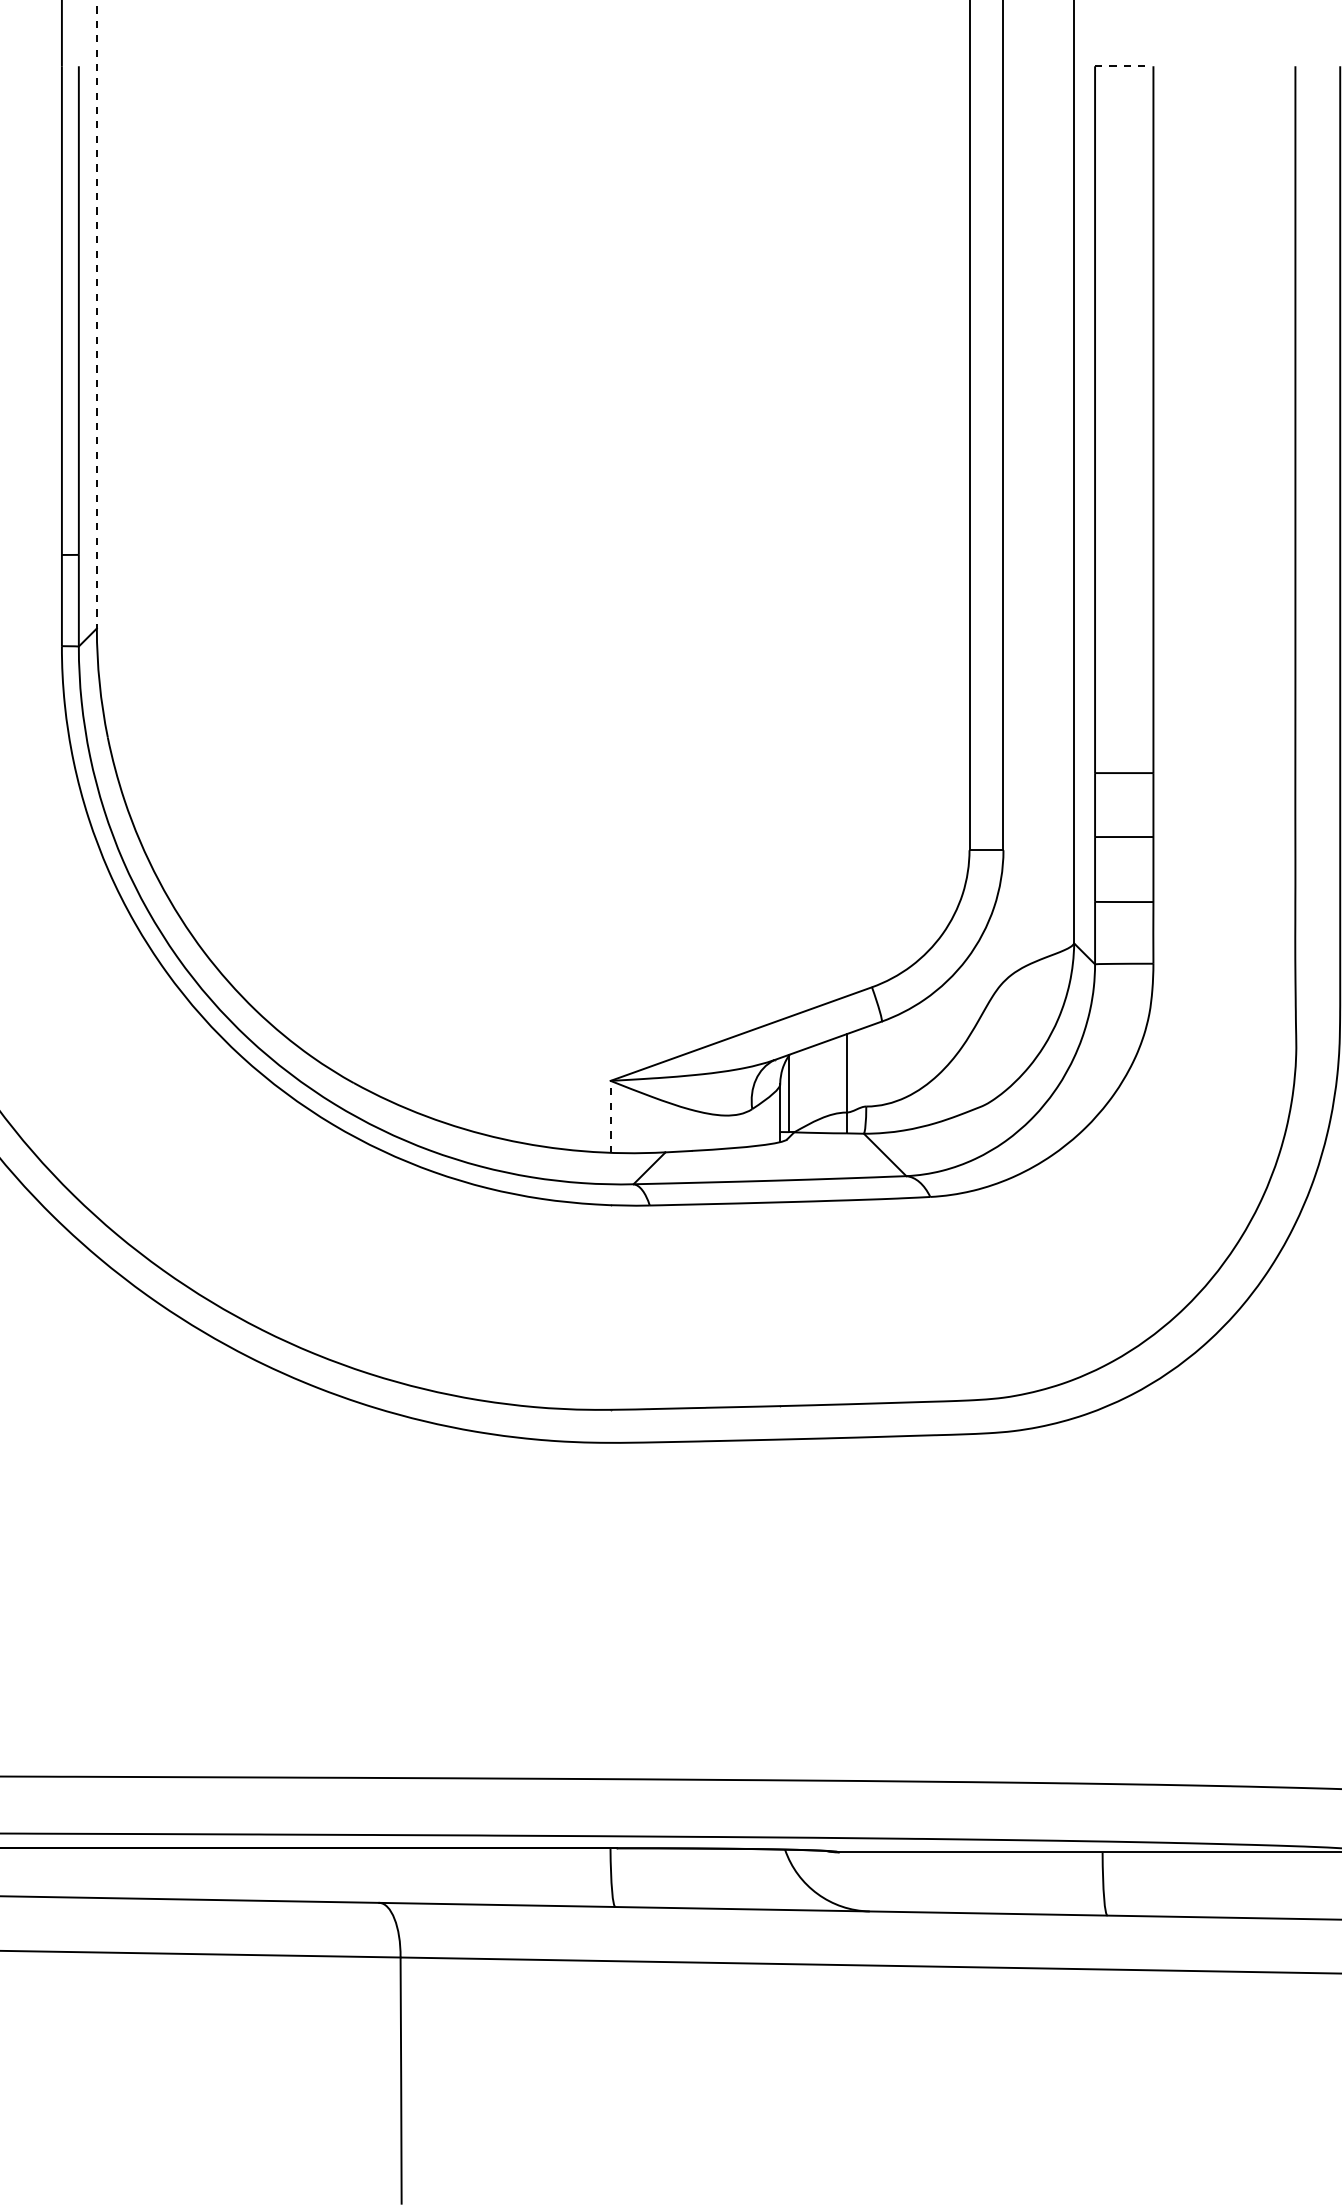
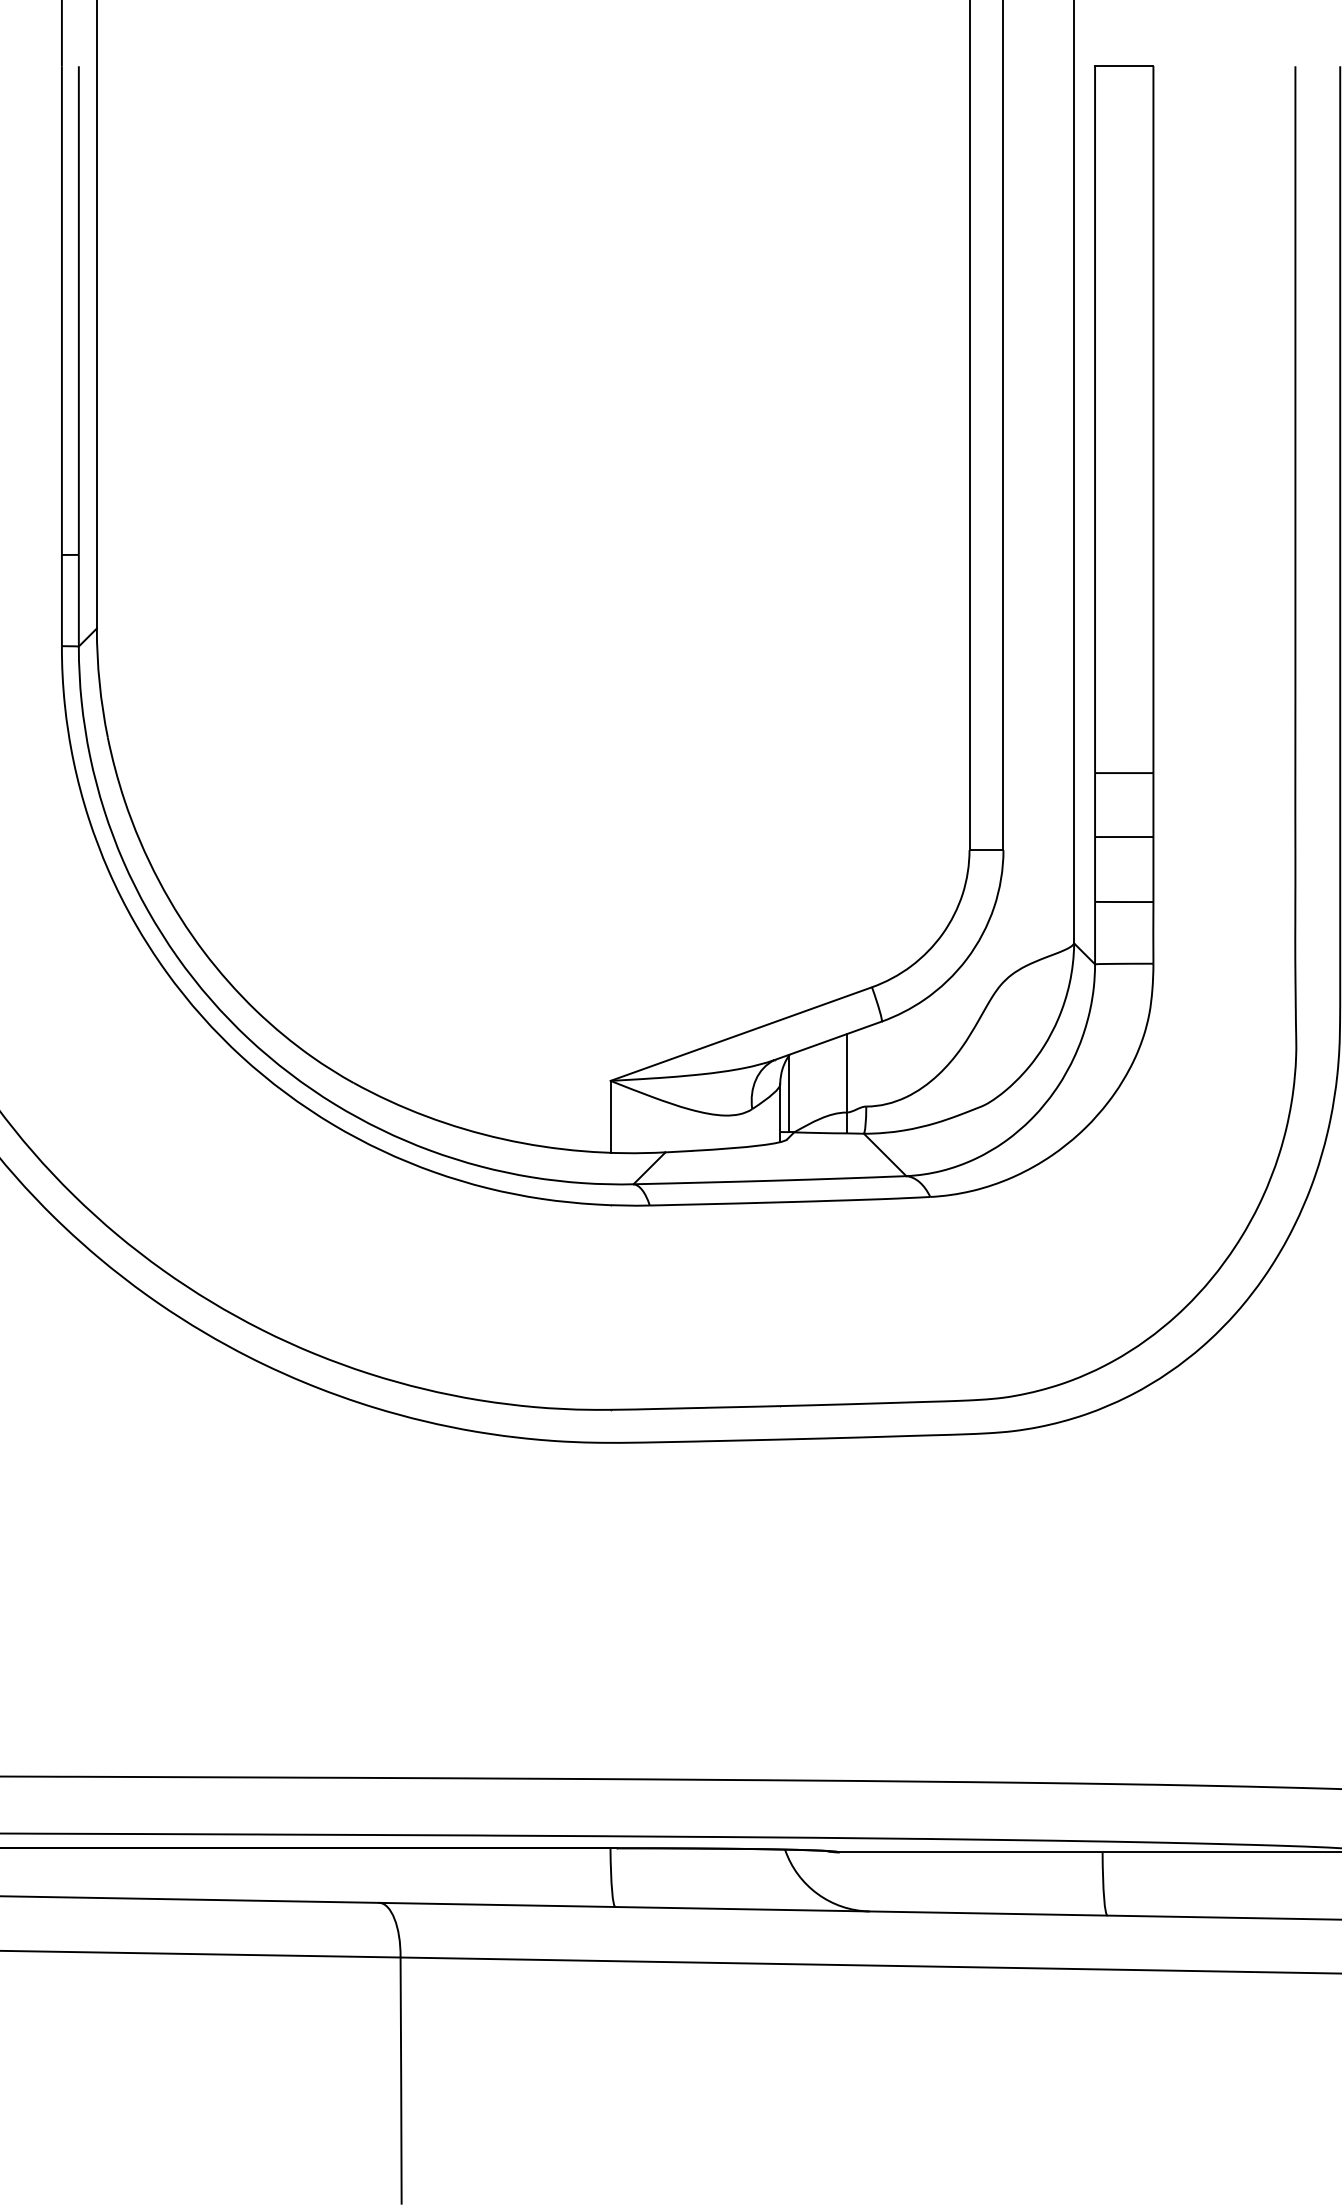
line at (1124, 66): dashed -> solid
line at (96, 314): dashed -> solid
line at (610, 1116): dashed -> solid
